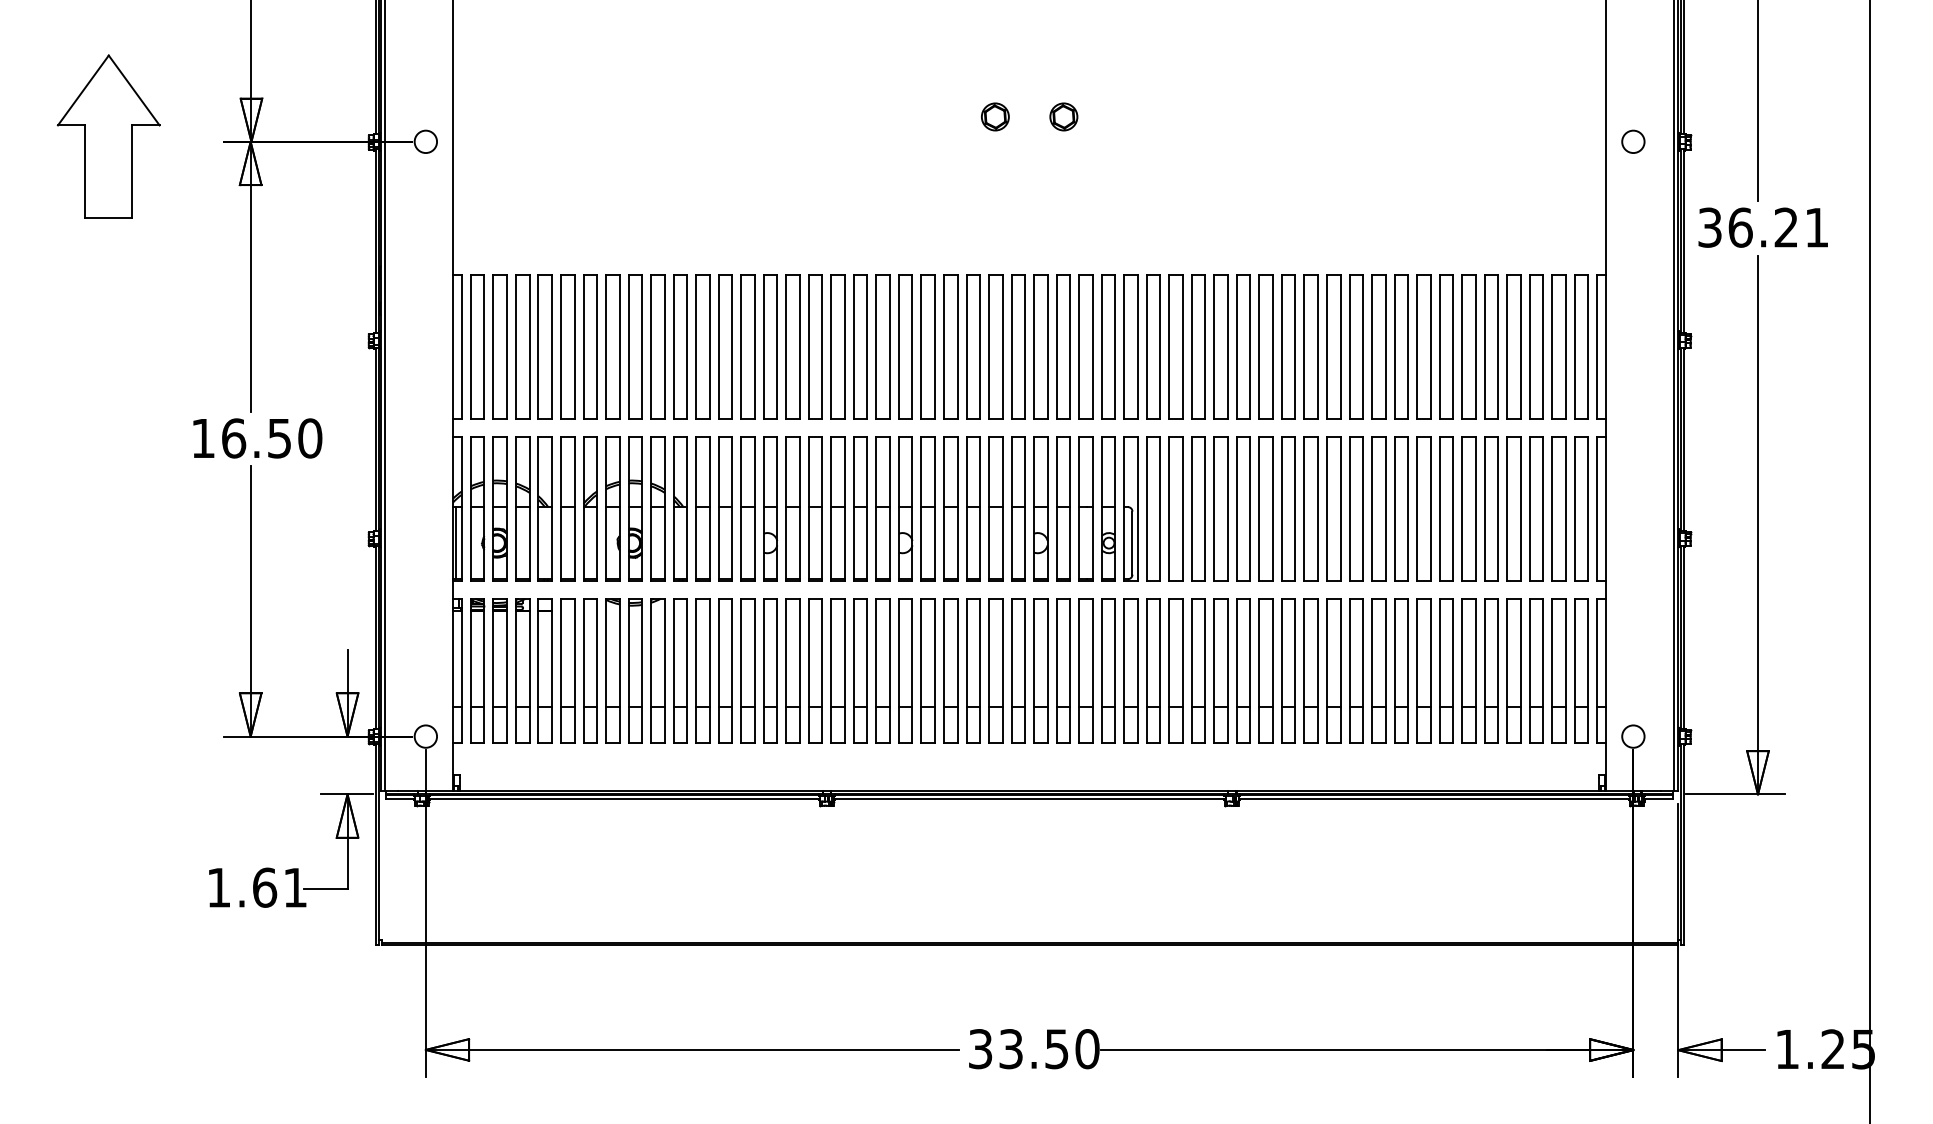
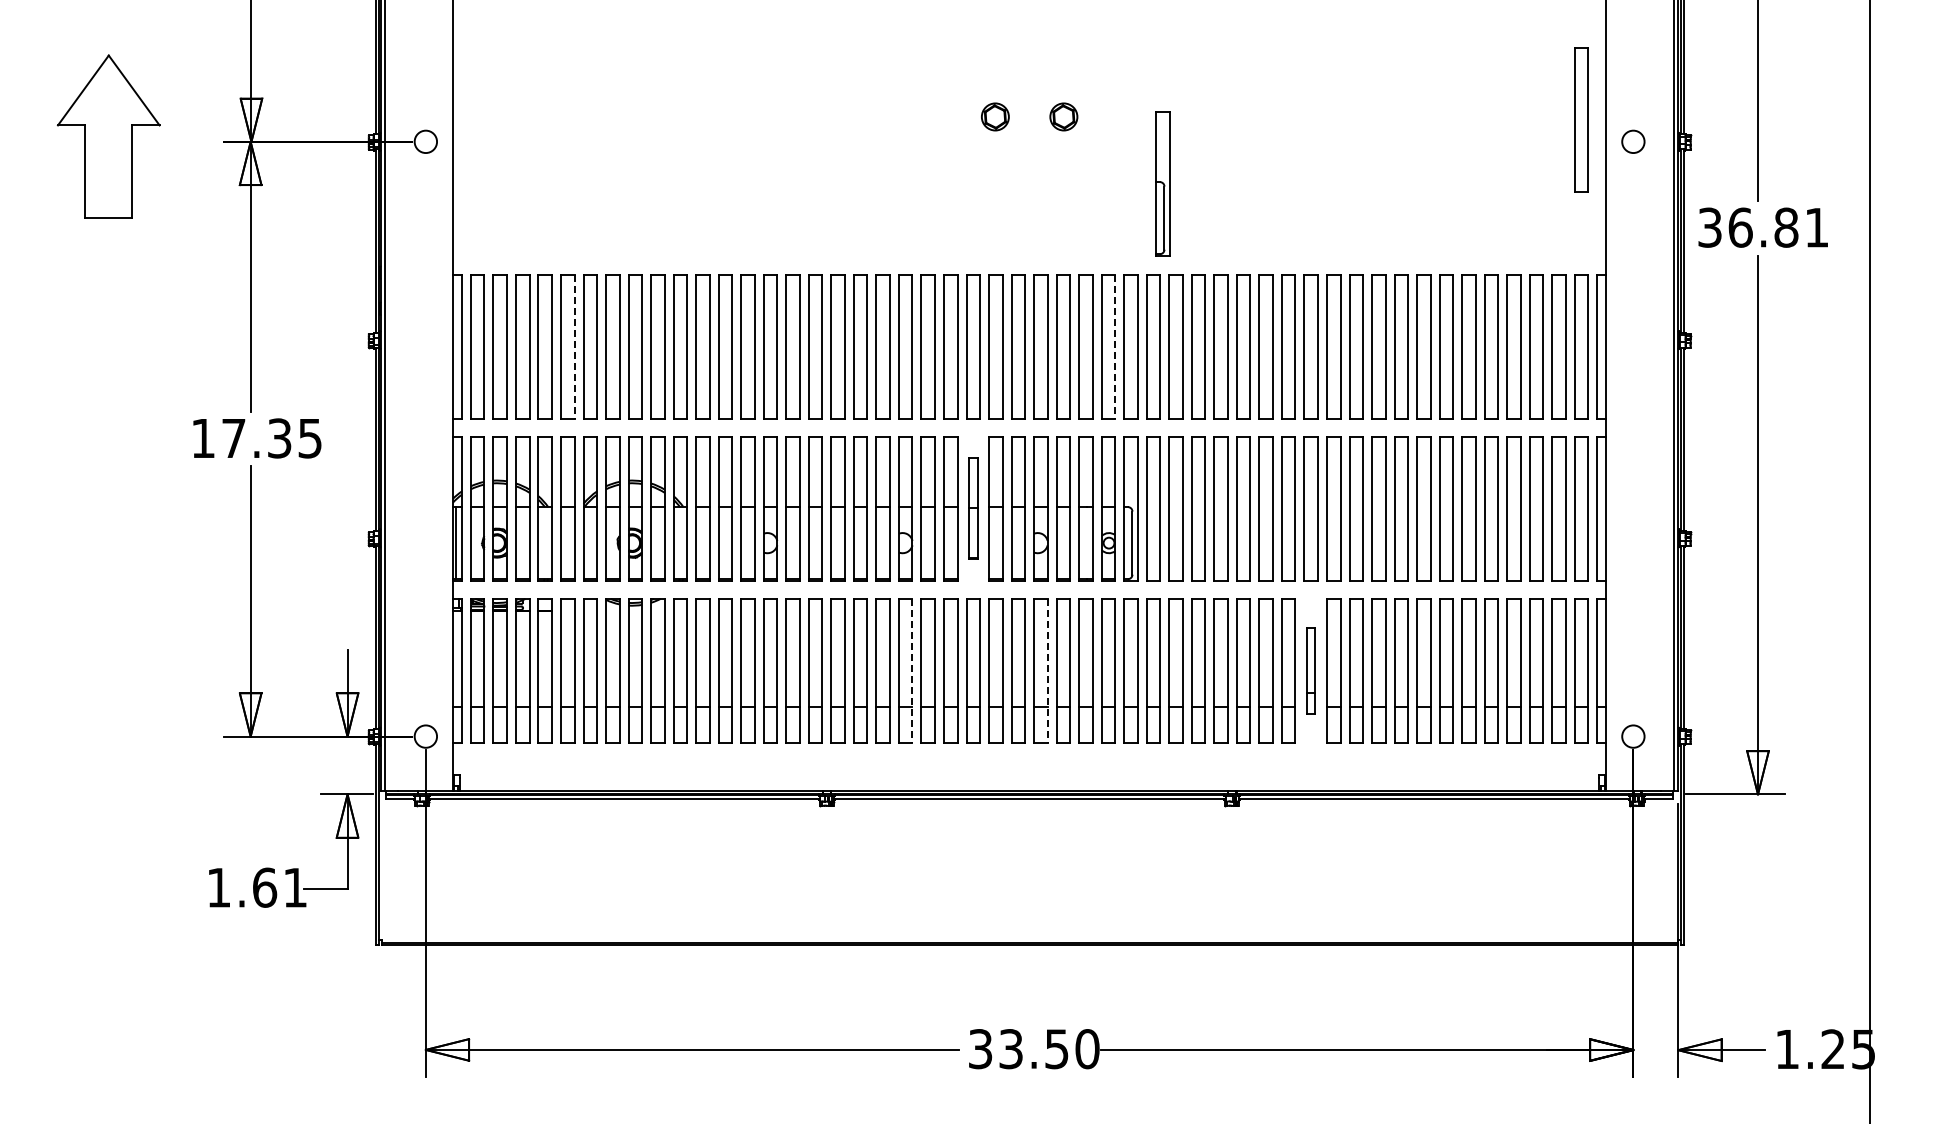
part at (1581, 119): none -> present
part at (1162, 183): none -> present
text at (1786, 227): 36.21 -> 36.81
line at (574, 347): solid -> dashed
line at (1115, 347): solid -> dashed
text at (272, 438): 16.50 -> 17.35
part at (973, 508) size: 15x146 px -> 11x103 px
part at (1310, 670) size: 16x146 px -> 10x88 px
line at (912, 671): solid -> dashed
line at (1047, 671): solid -> dashed
